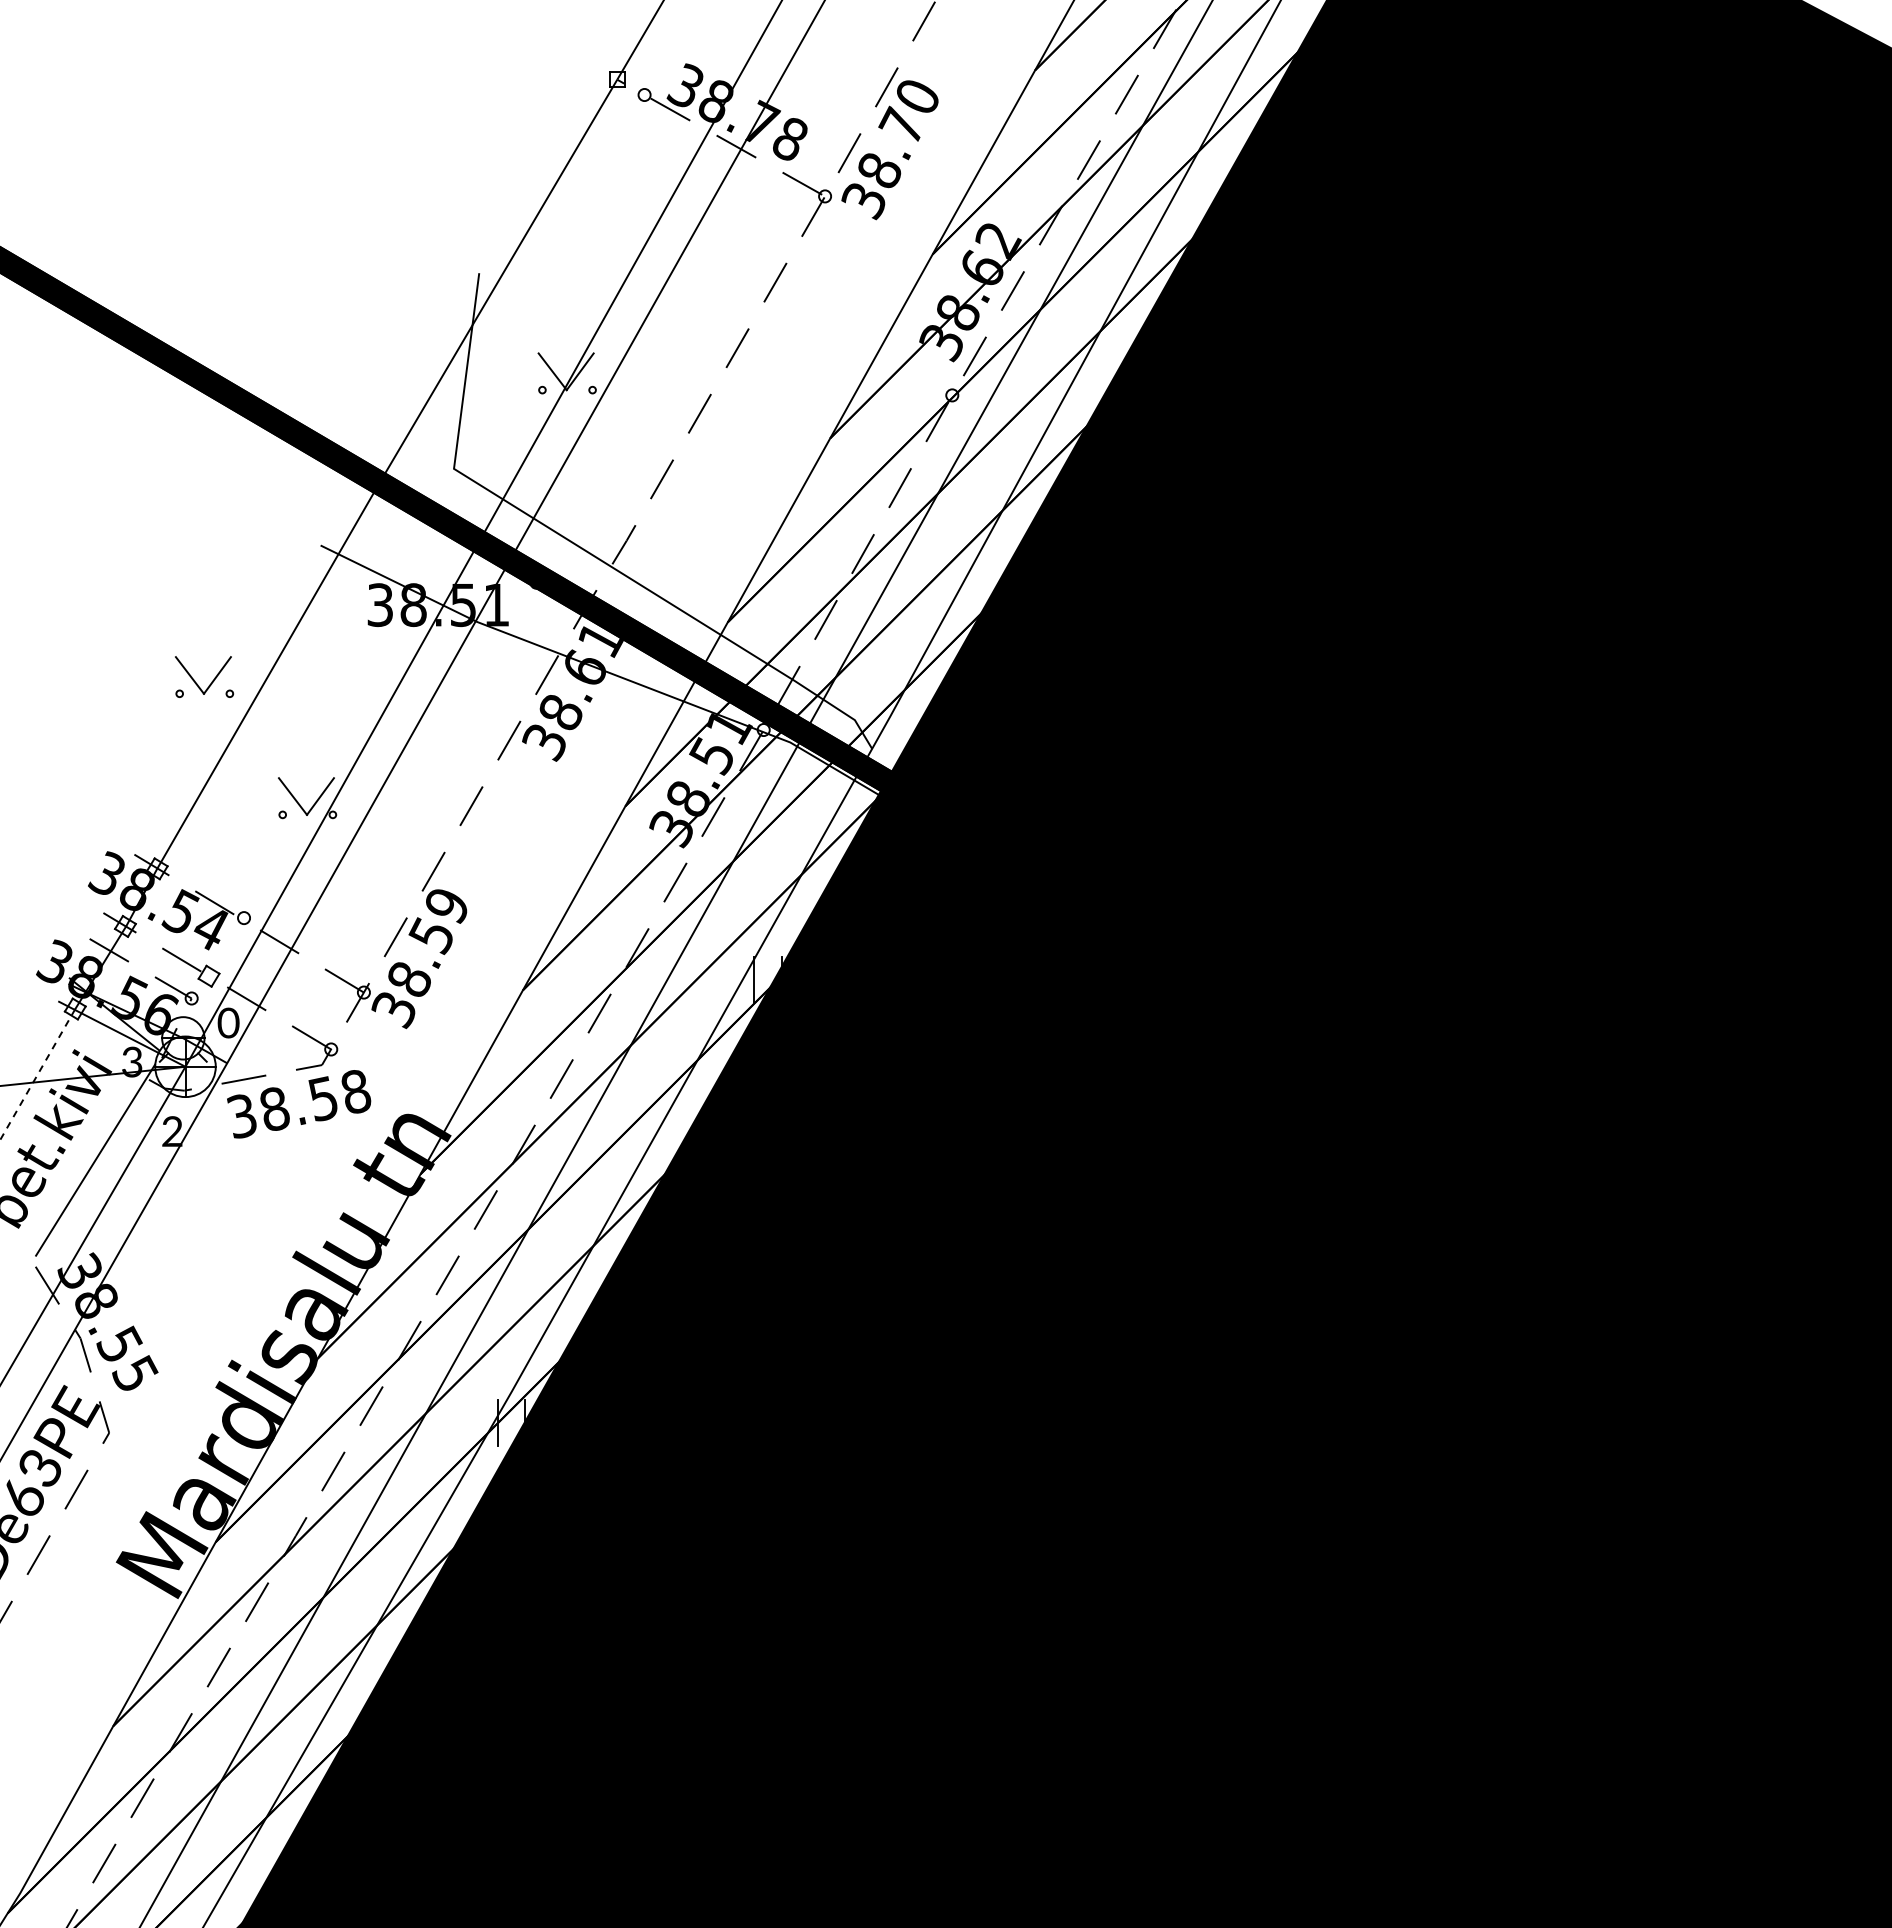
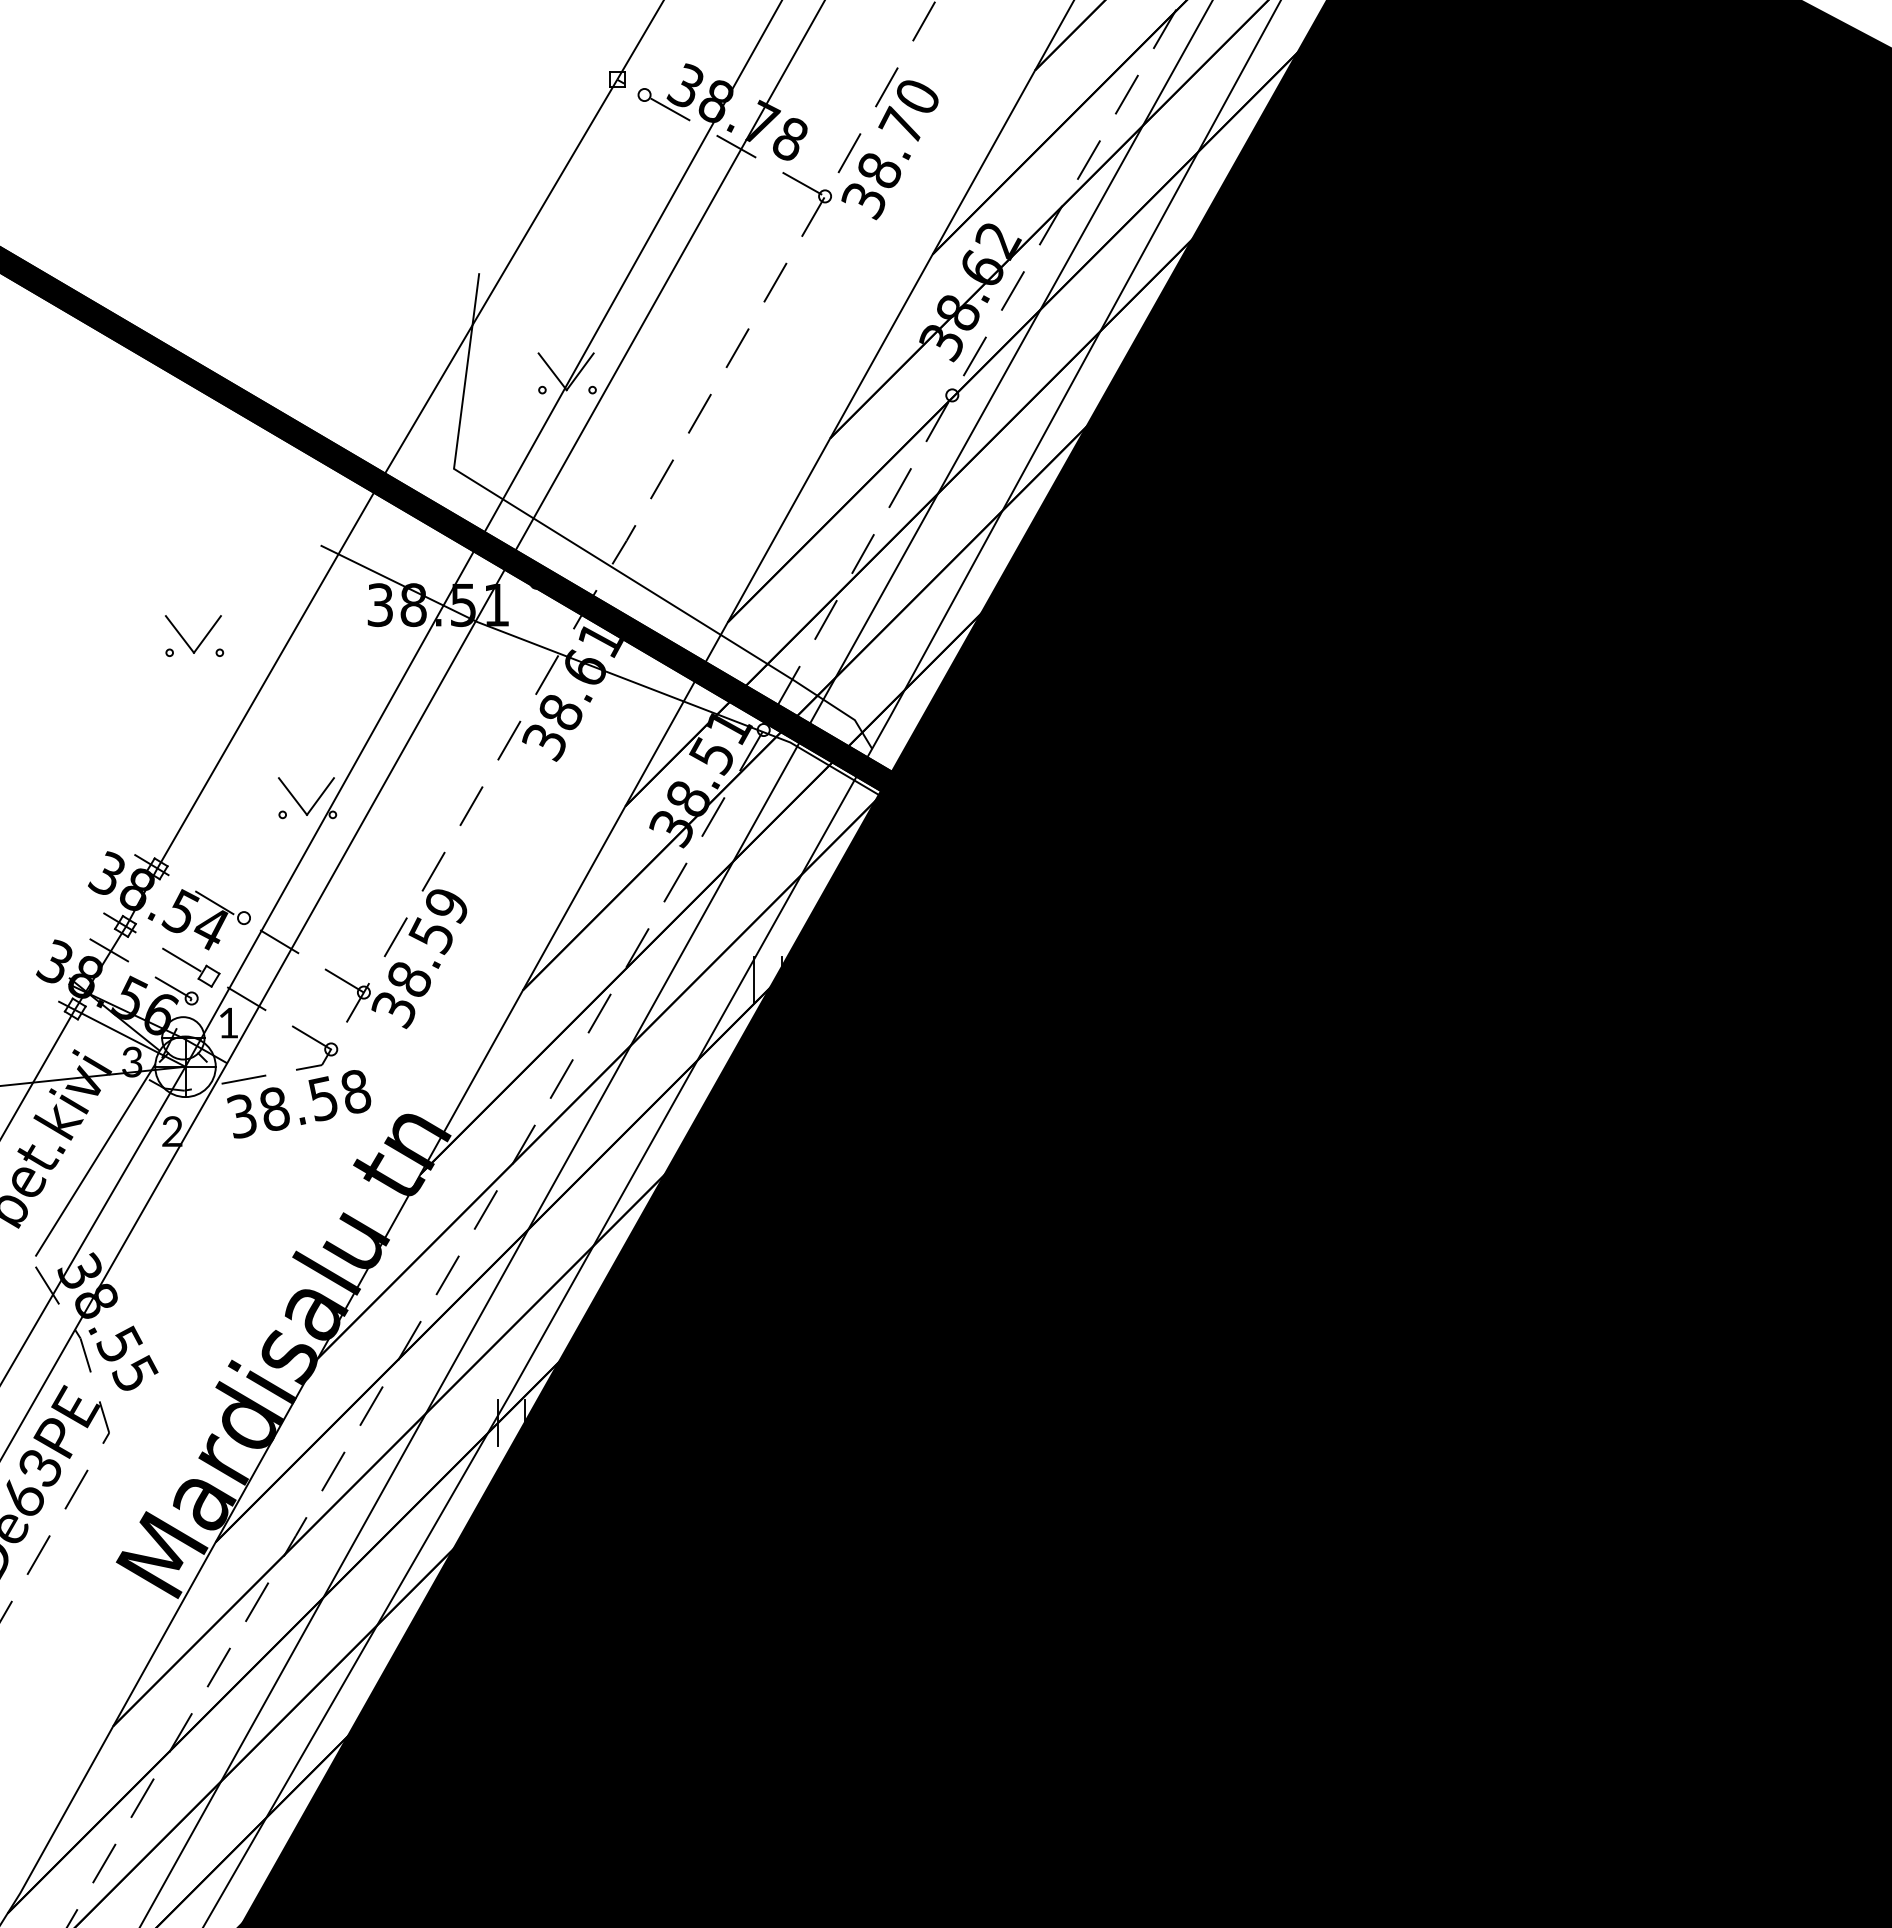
part at (211, 681) position: (211, 681) -> (201, 640)
text at (228, 1022): 0 -> 1
line at (37, 1074): dashed -> solid
